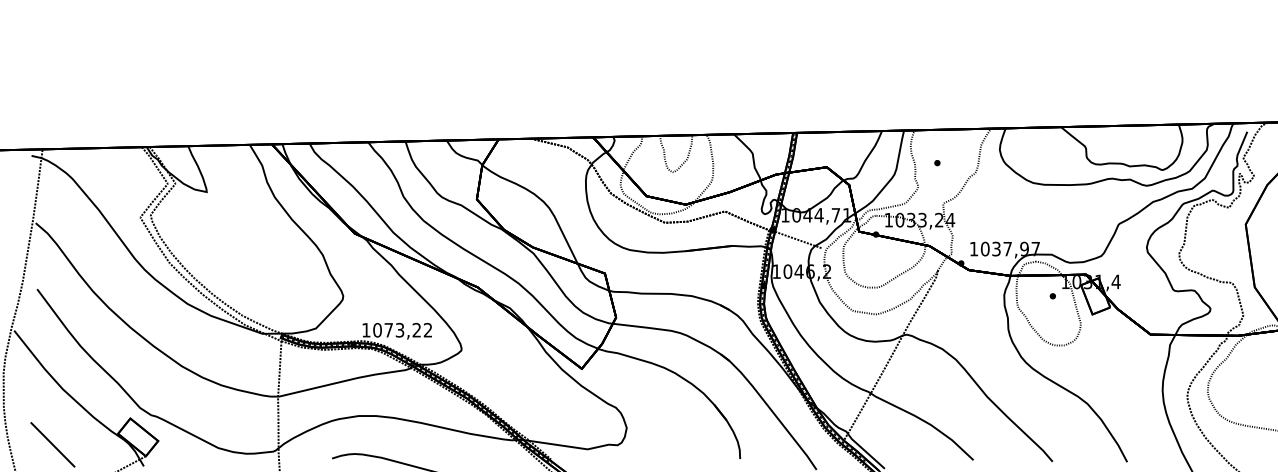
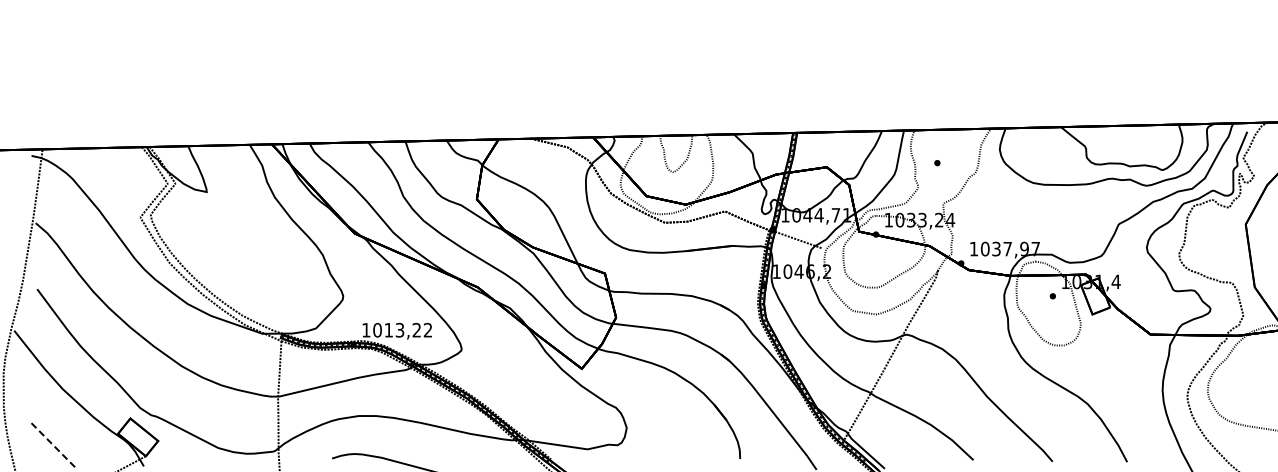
text at (388, 330): 1073,22 -> 1013,22
line at (52, 444): solid -> dashed
